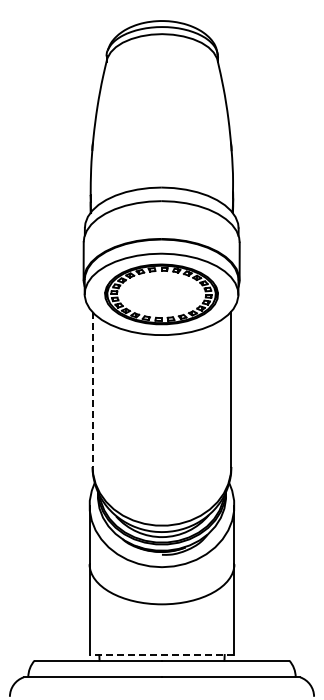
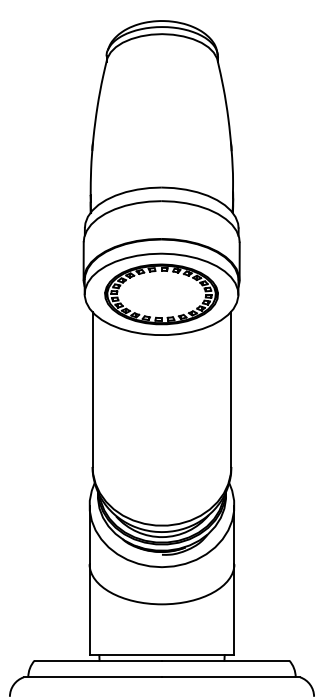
line at (92, 390): dashed -> solid
line at (161, 655): dashed -> solid
